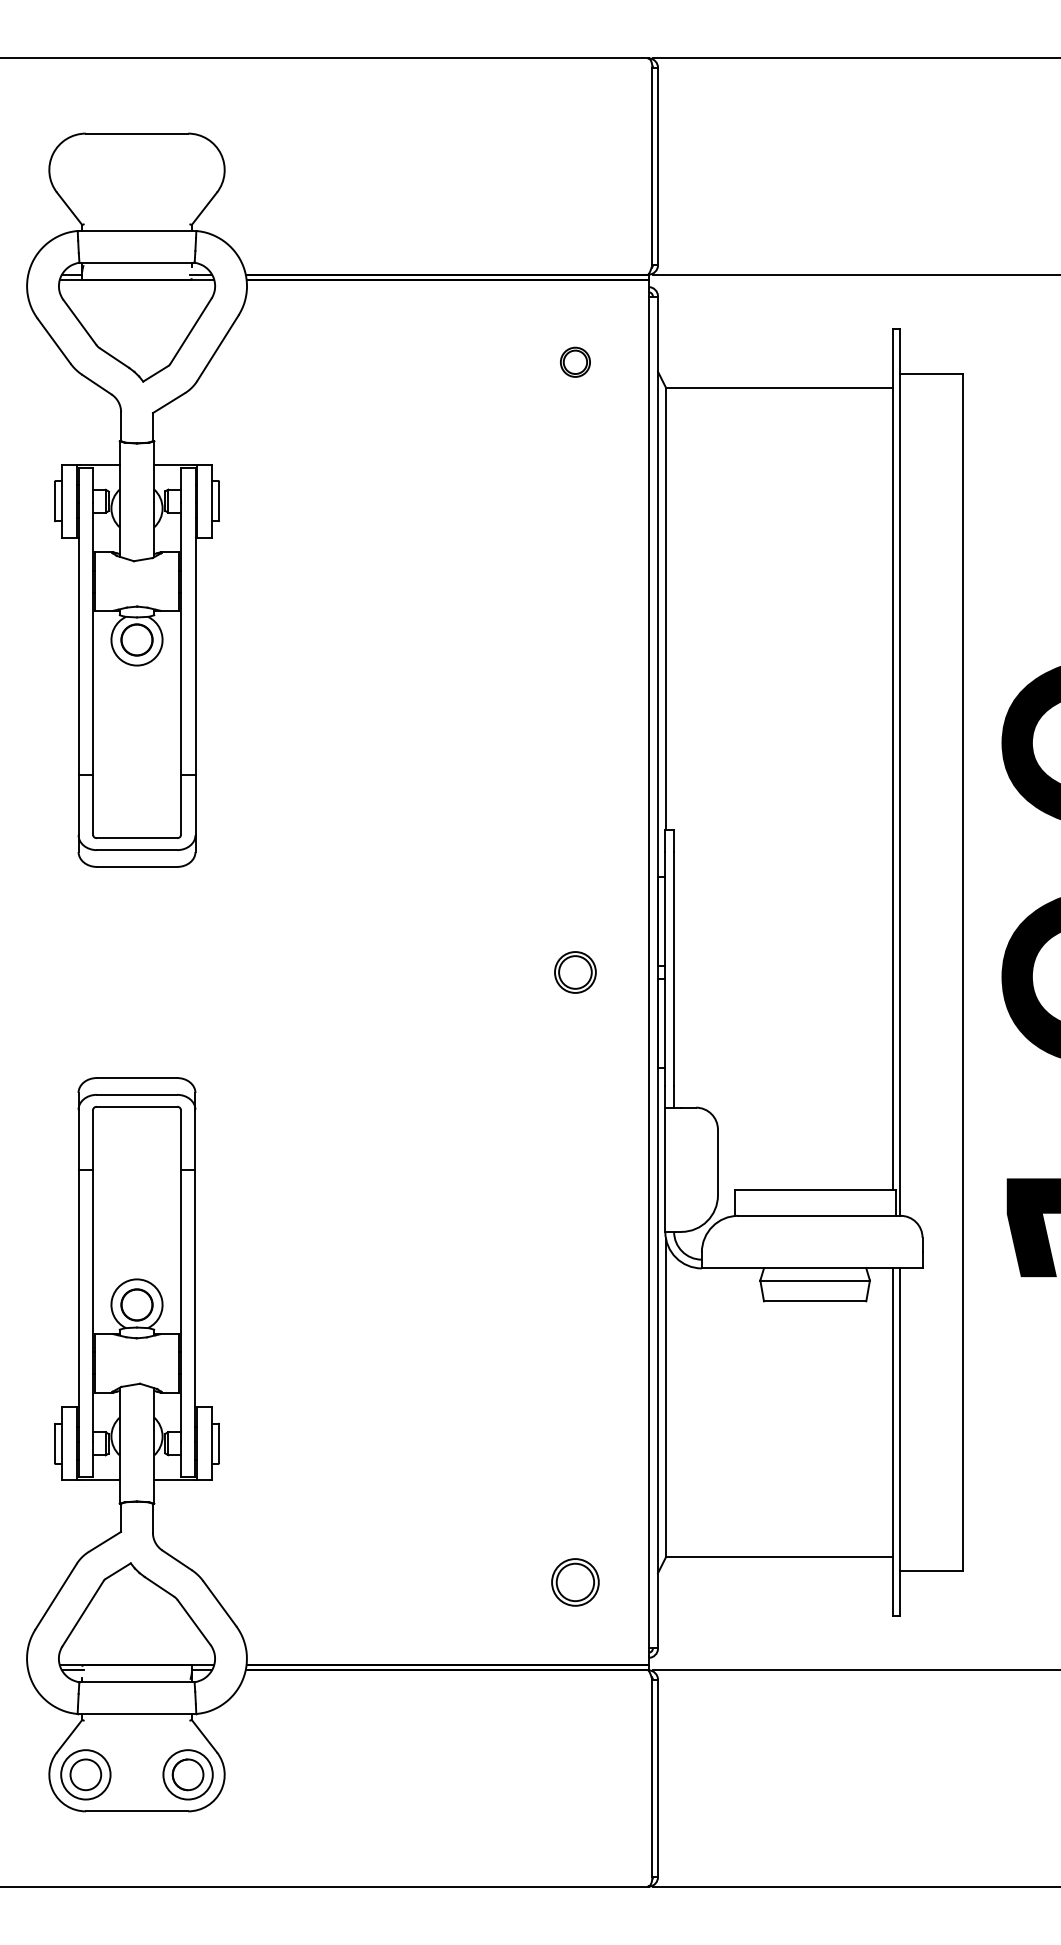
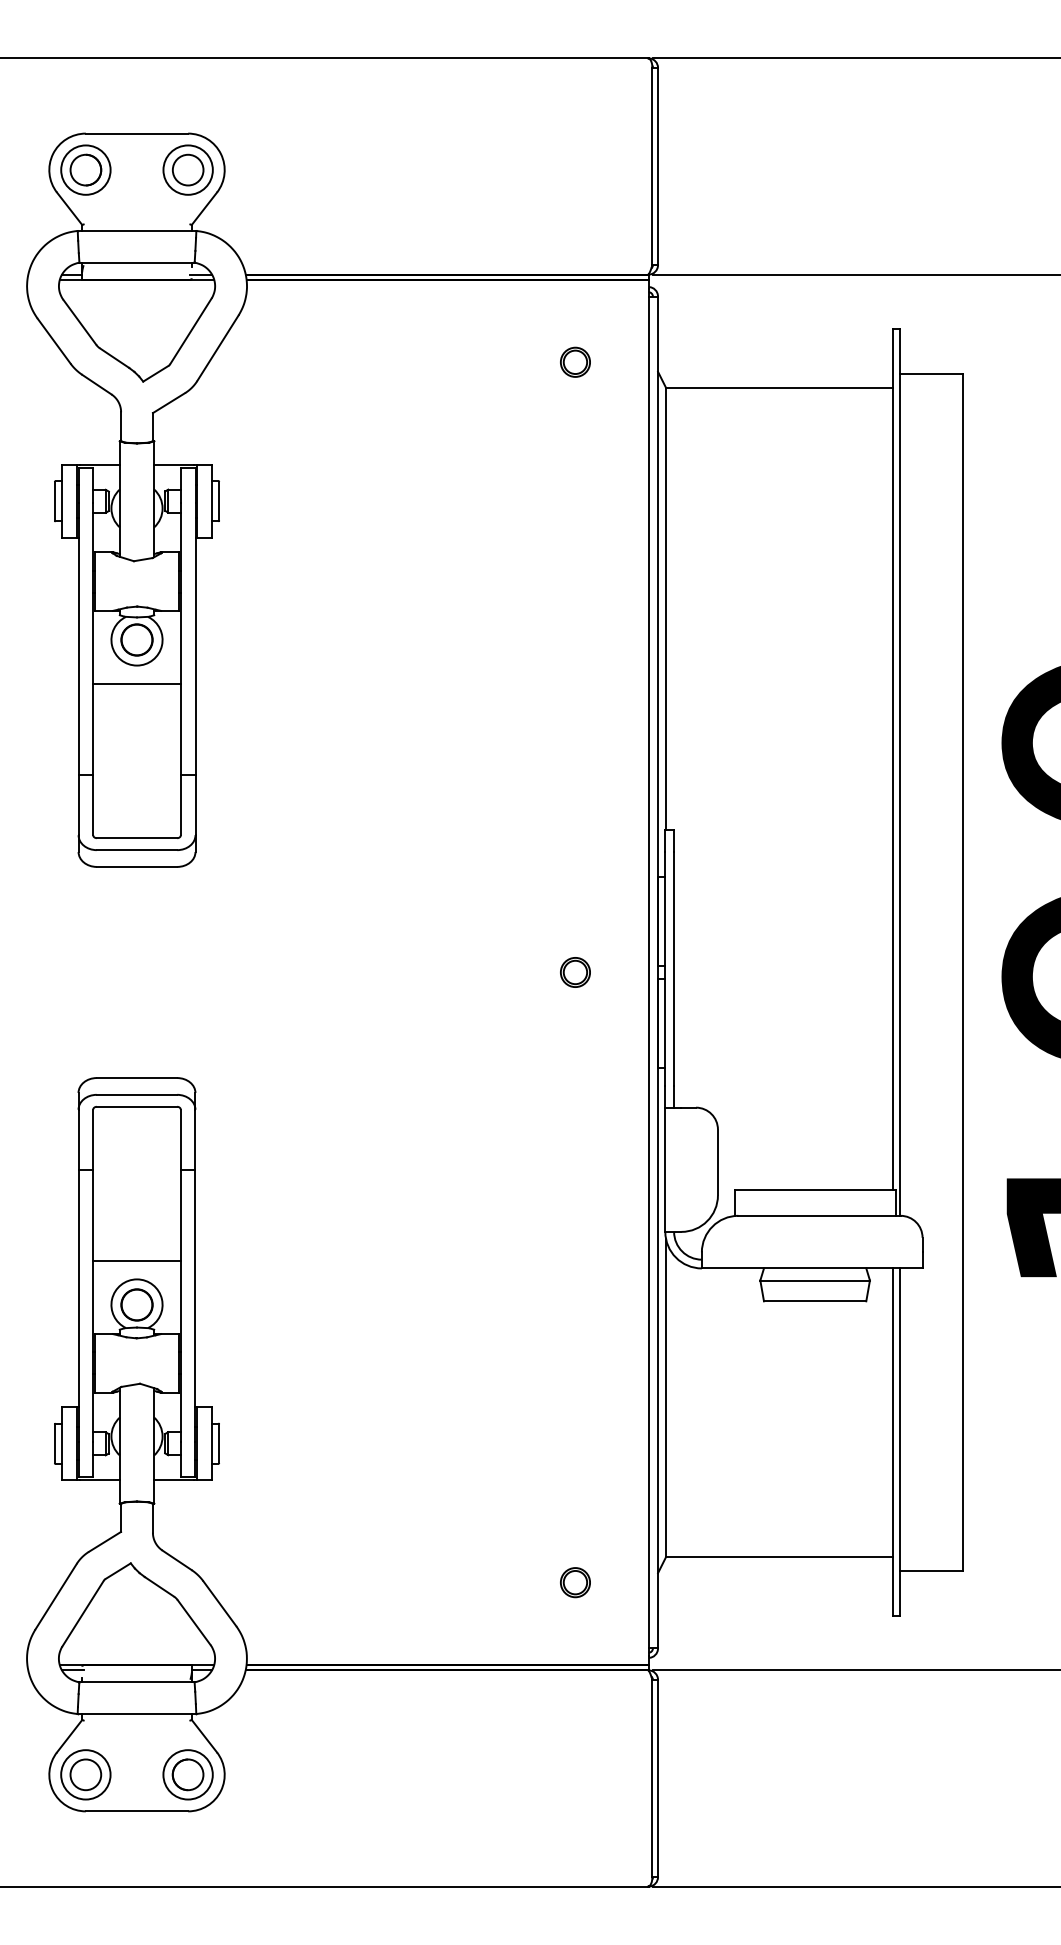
part at (85, 169): none -> present
part at (187, 169): none -> present
line at (136, 683): none -> present
part at (575, 972) size: 43x43 px -> 31x31 px
line at (136, 1261): none -> present
part at (575, 1582) size: 49x49 px -> 31x32 px
